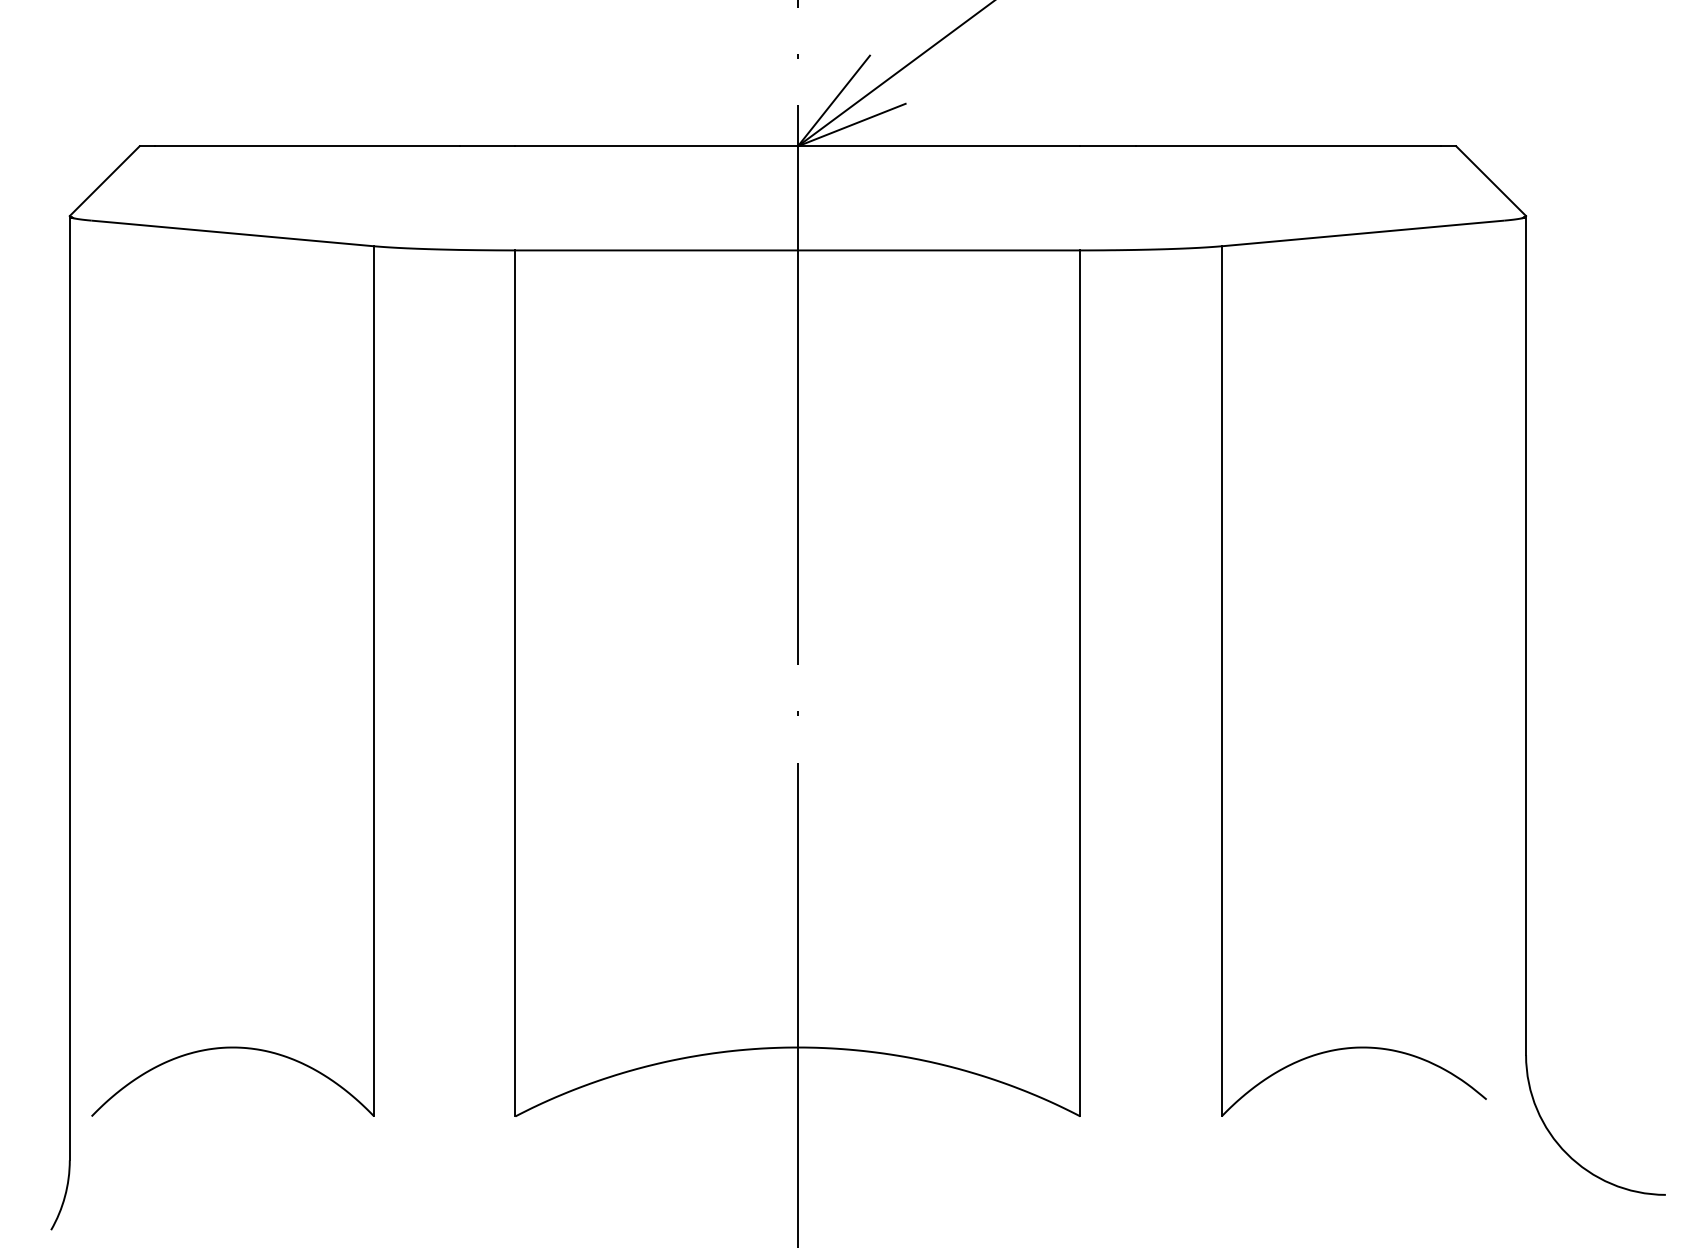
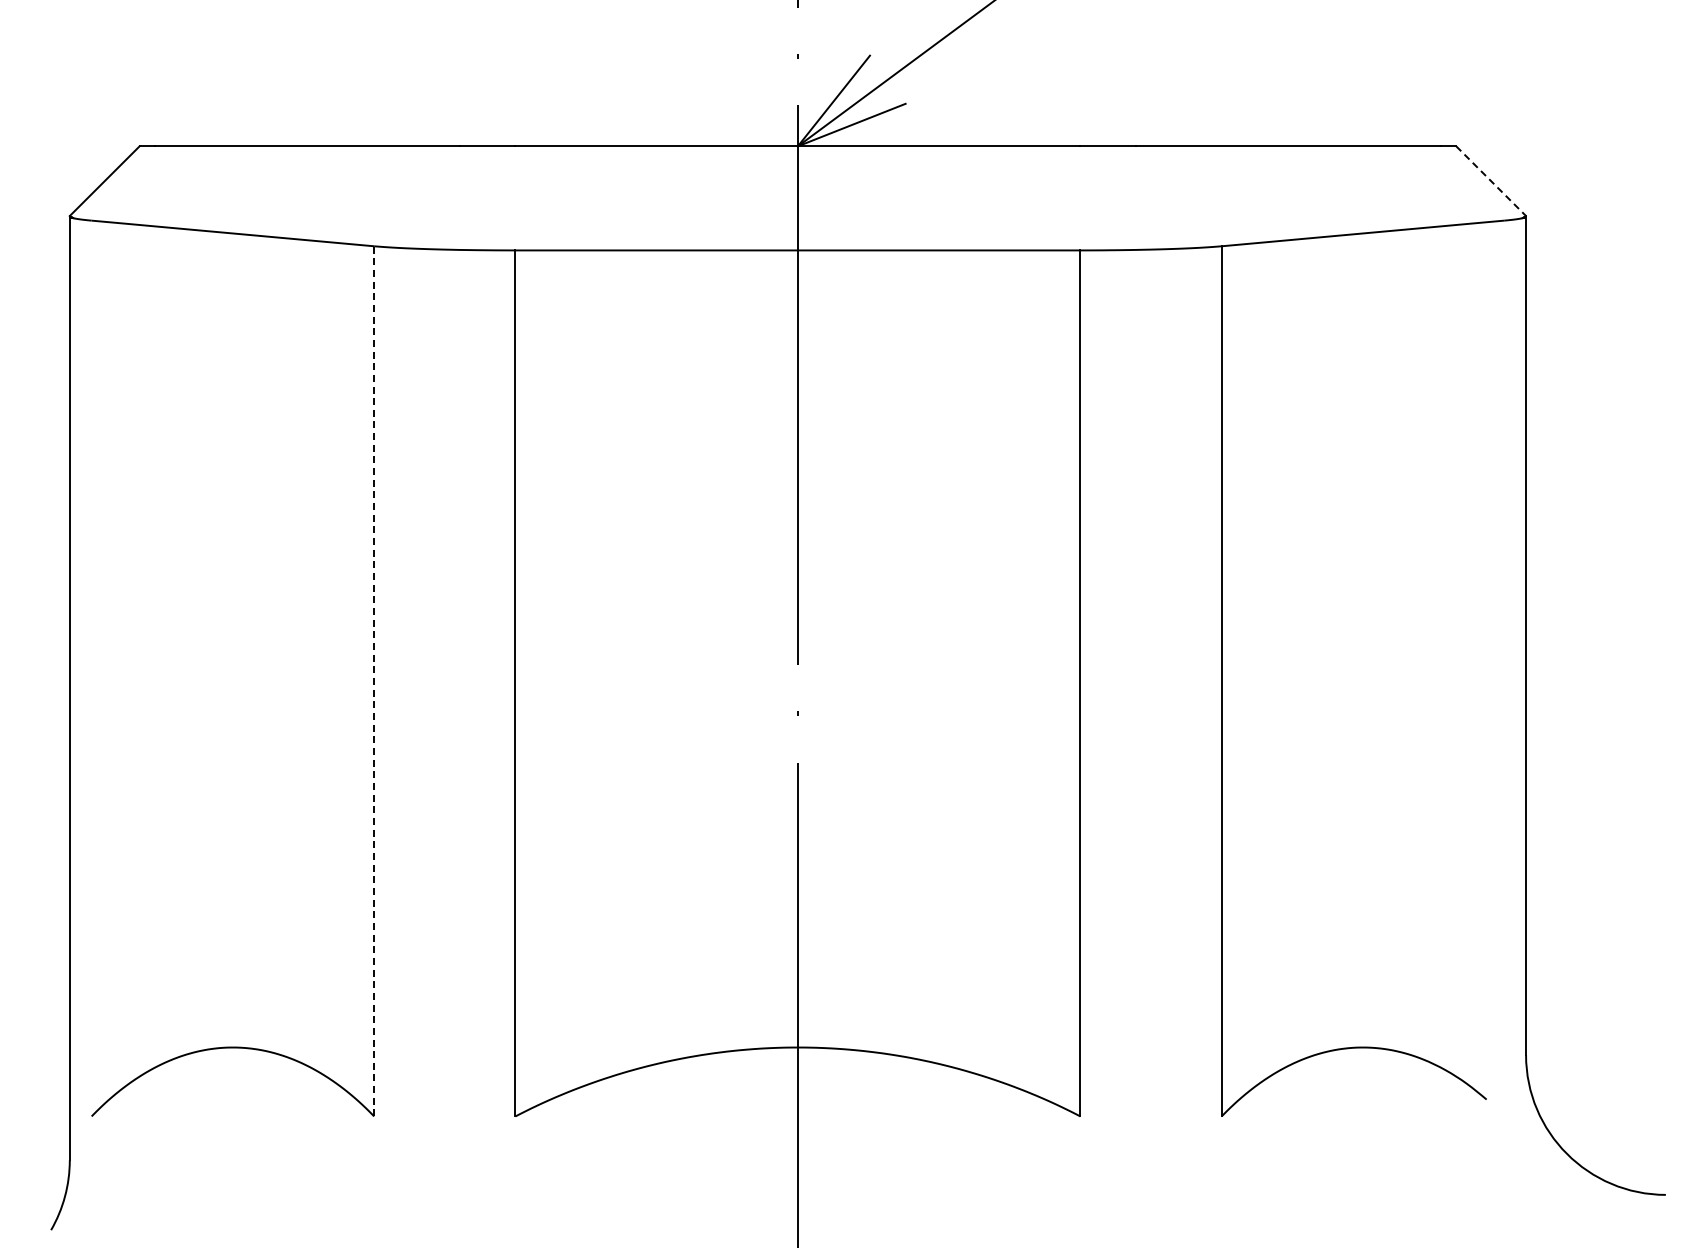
line at (1491, 181): solid -> dashed
line at (374, 680): solid -> dashed
